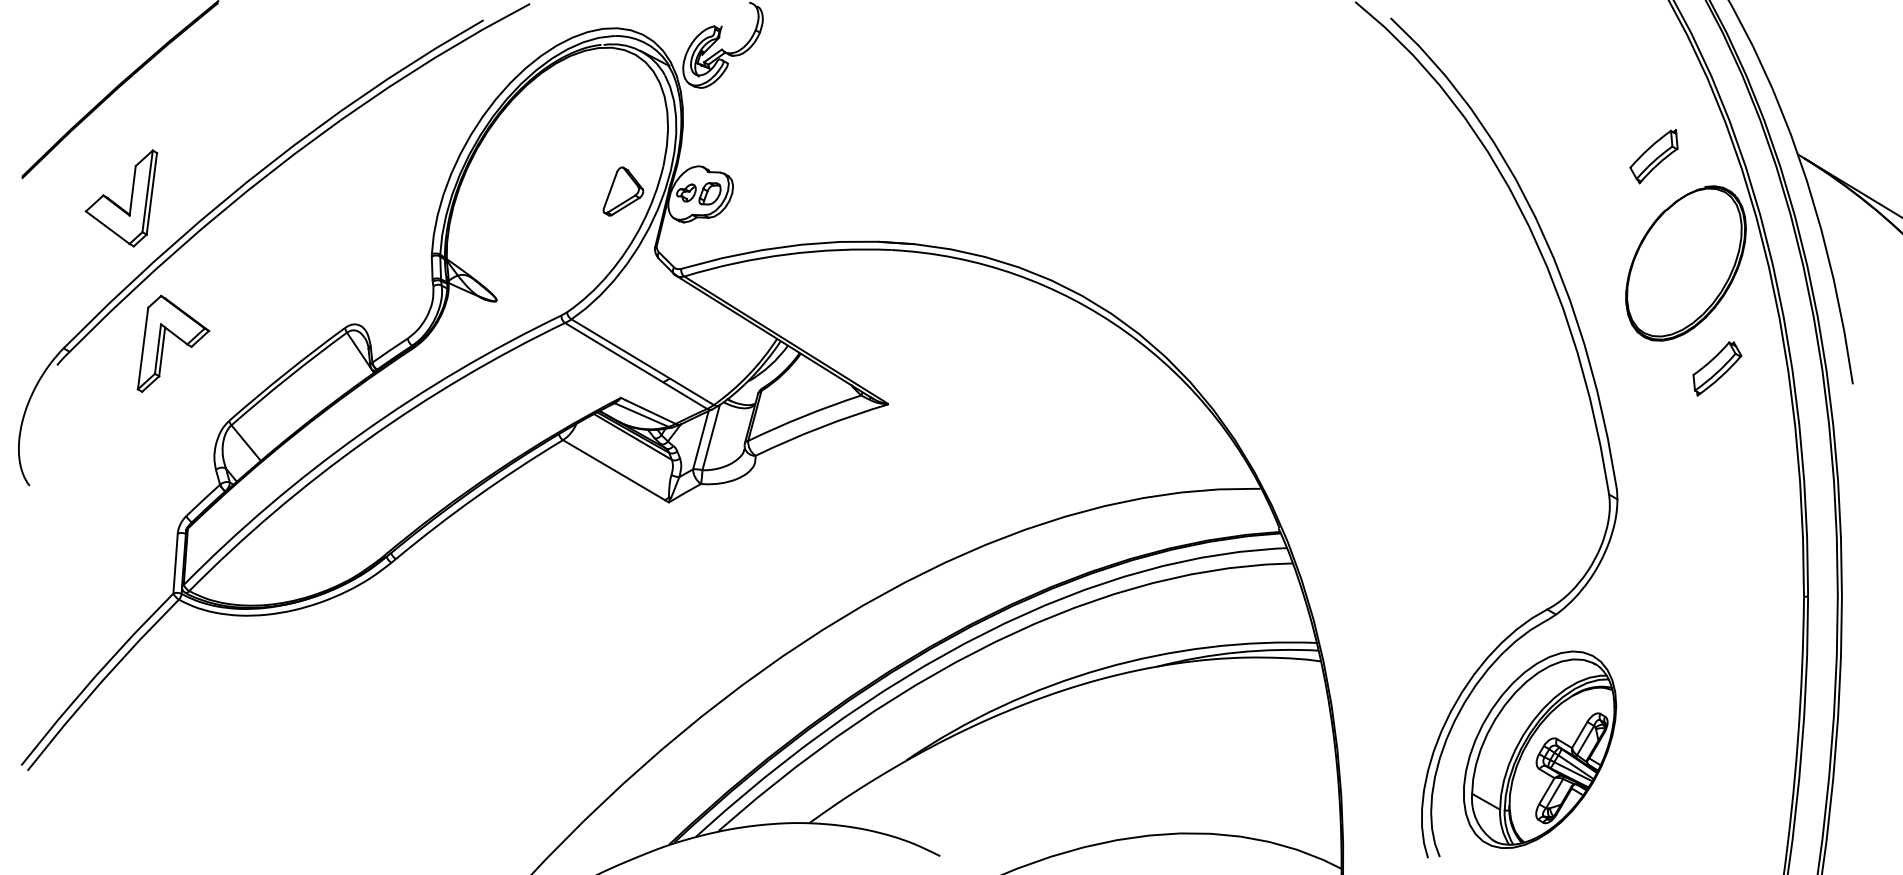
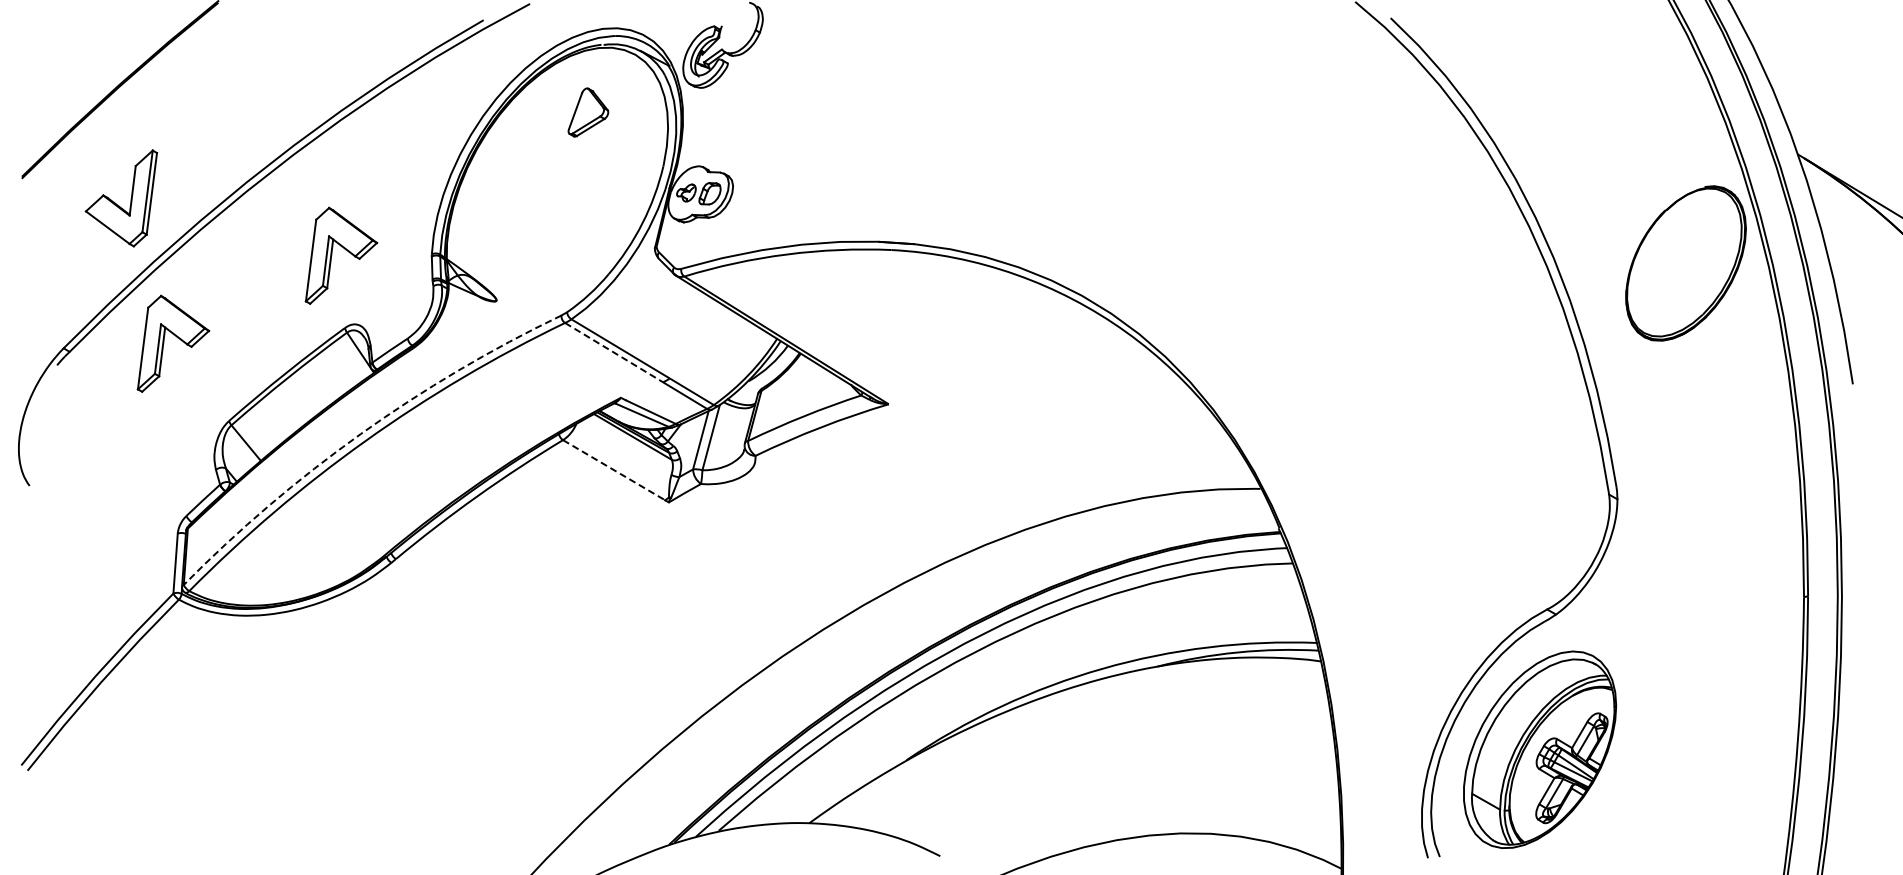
part at (1653, 156): present -> none
part at (623, 191) position: (623, 191) -> (588, 112)
part at (345, 250): none -> present
line at (614, 353): solid -> dashed
part at (1717, 368): present -> none
arc at (360, 433): solid -> dashed
line at (615, 470): solid -> dashed
